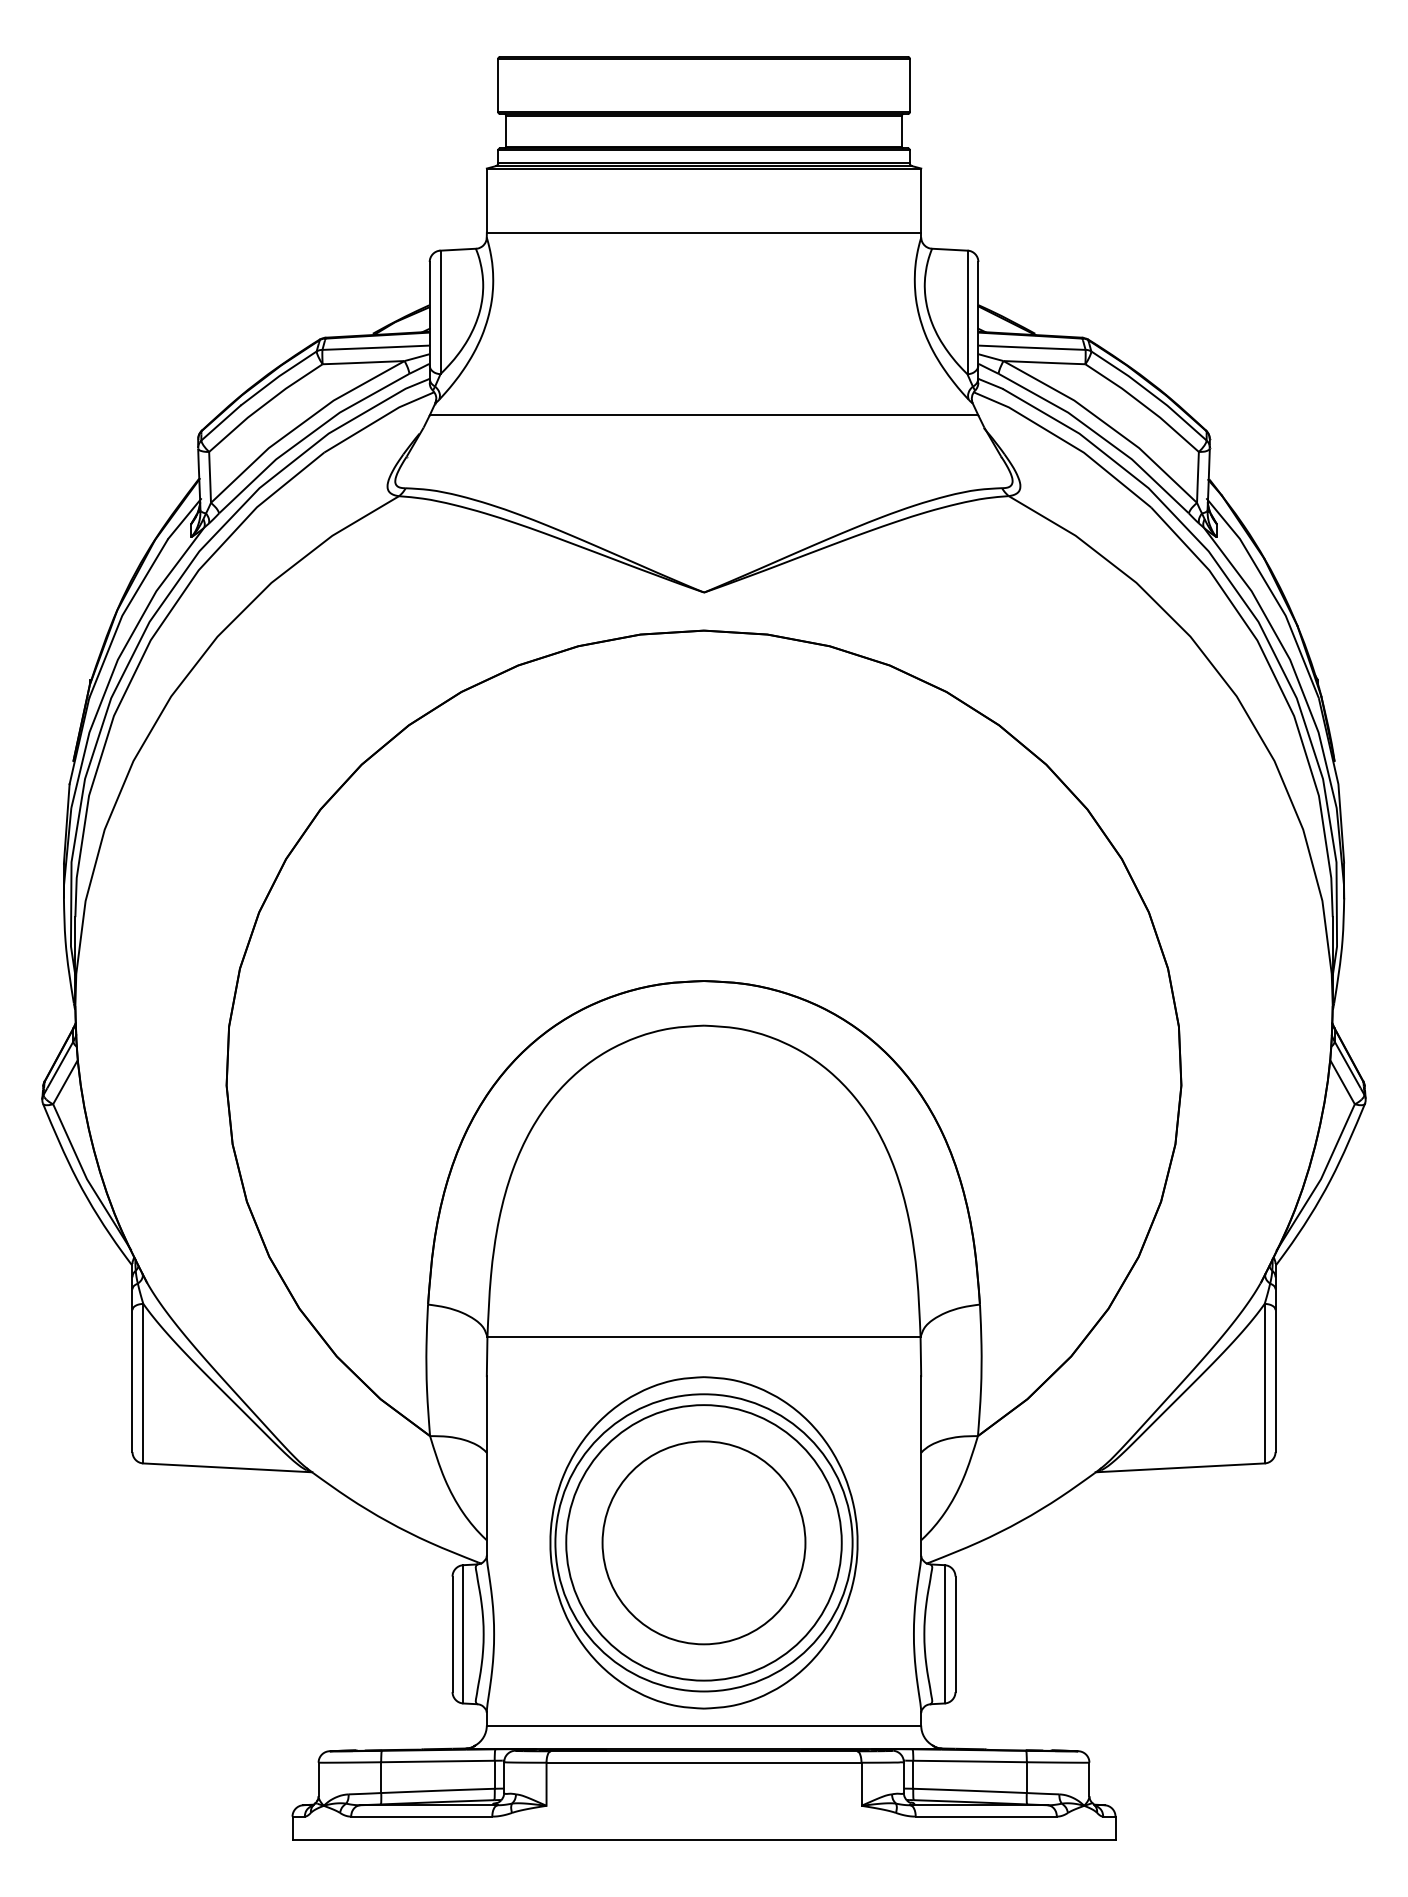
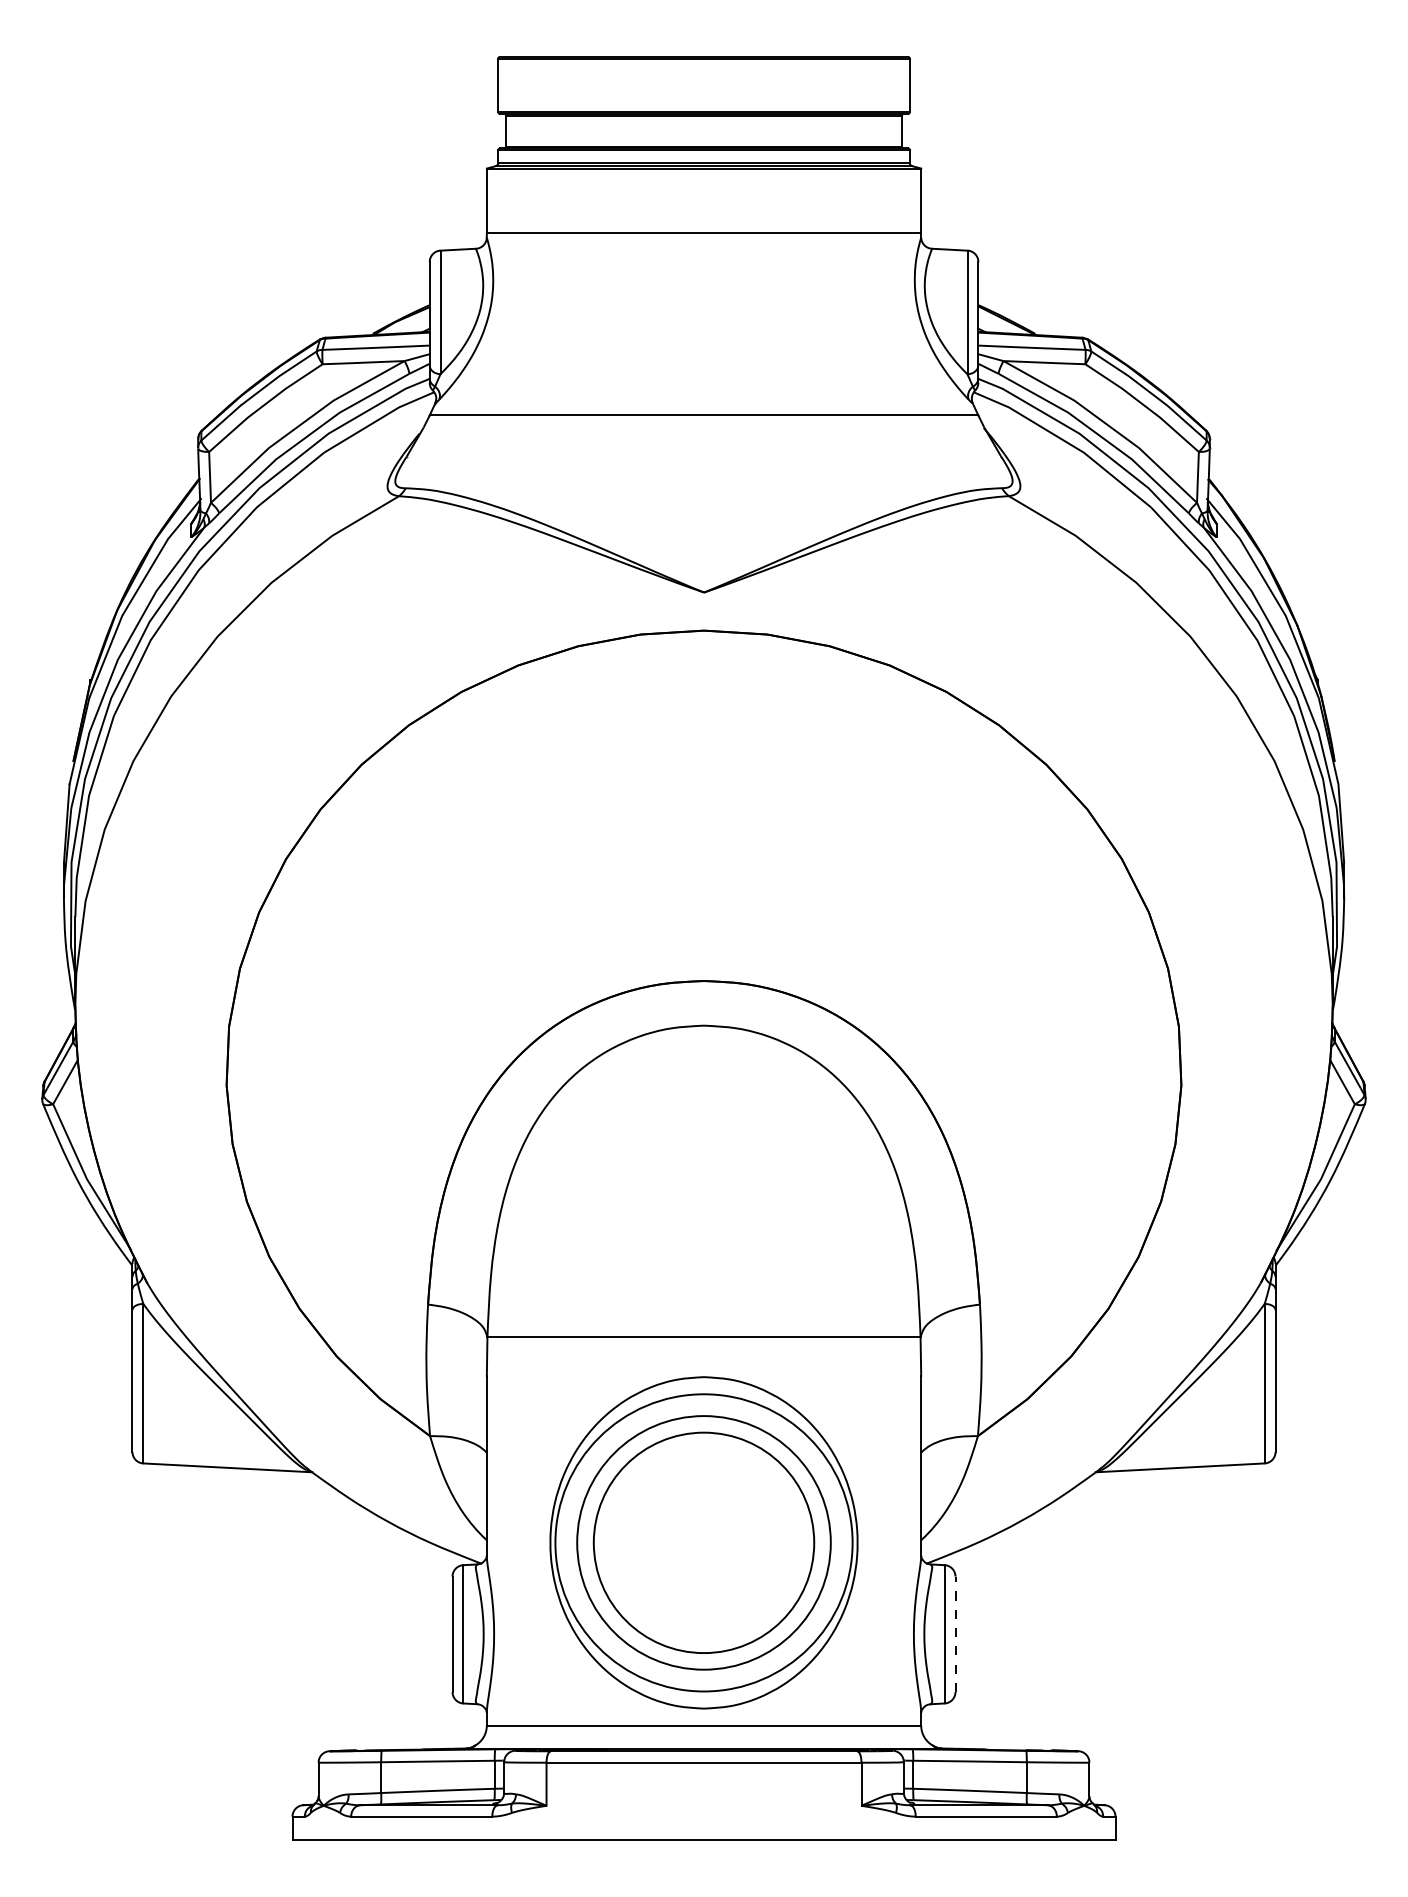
circle at (703, 1542) diameter: 203 px -> 254 px
circle at (703, 1542) diameter: 276 px -> 220 px
line at (955, 1634): solid -> dashed
